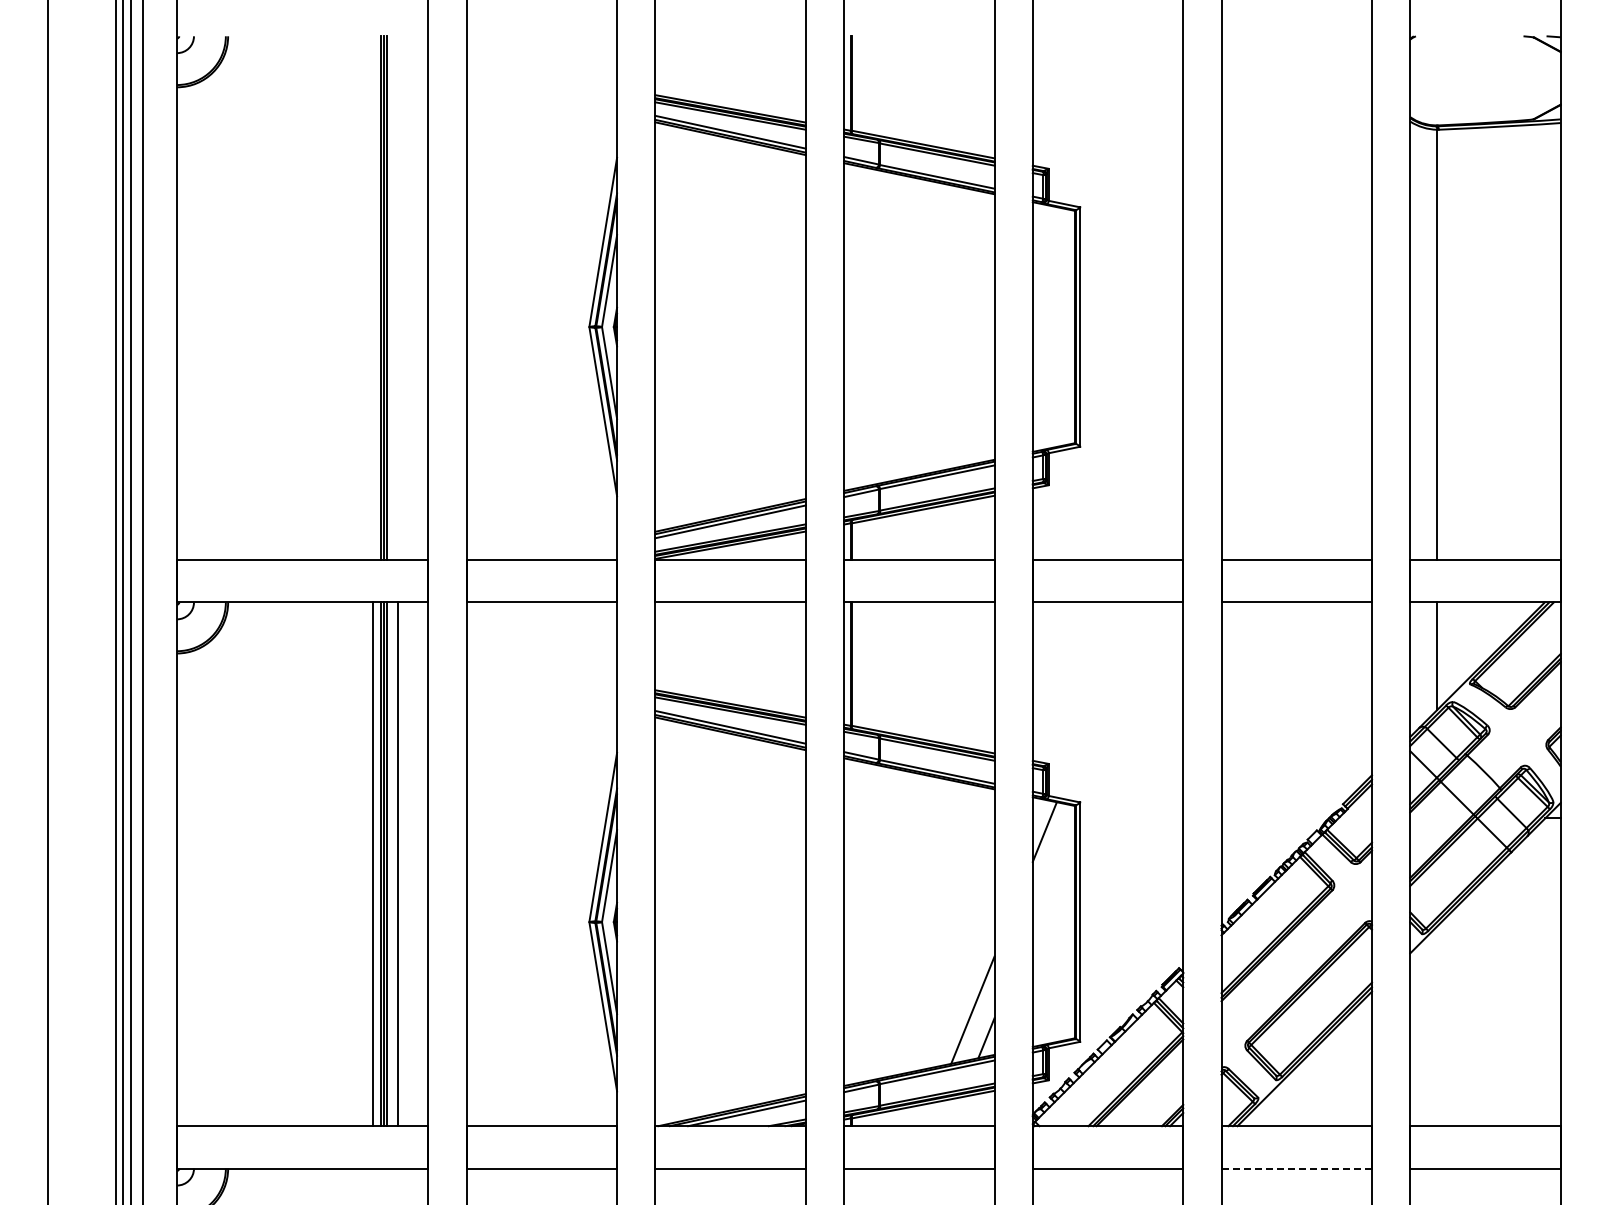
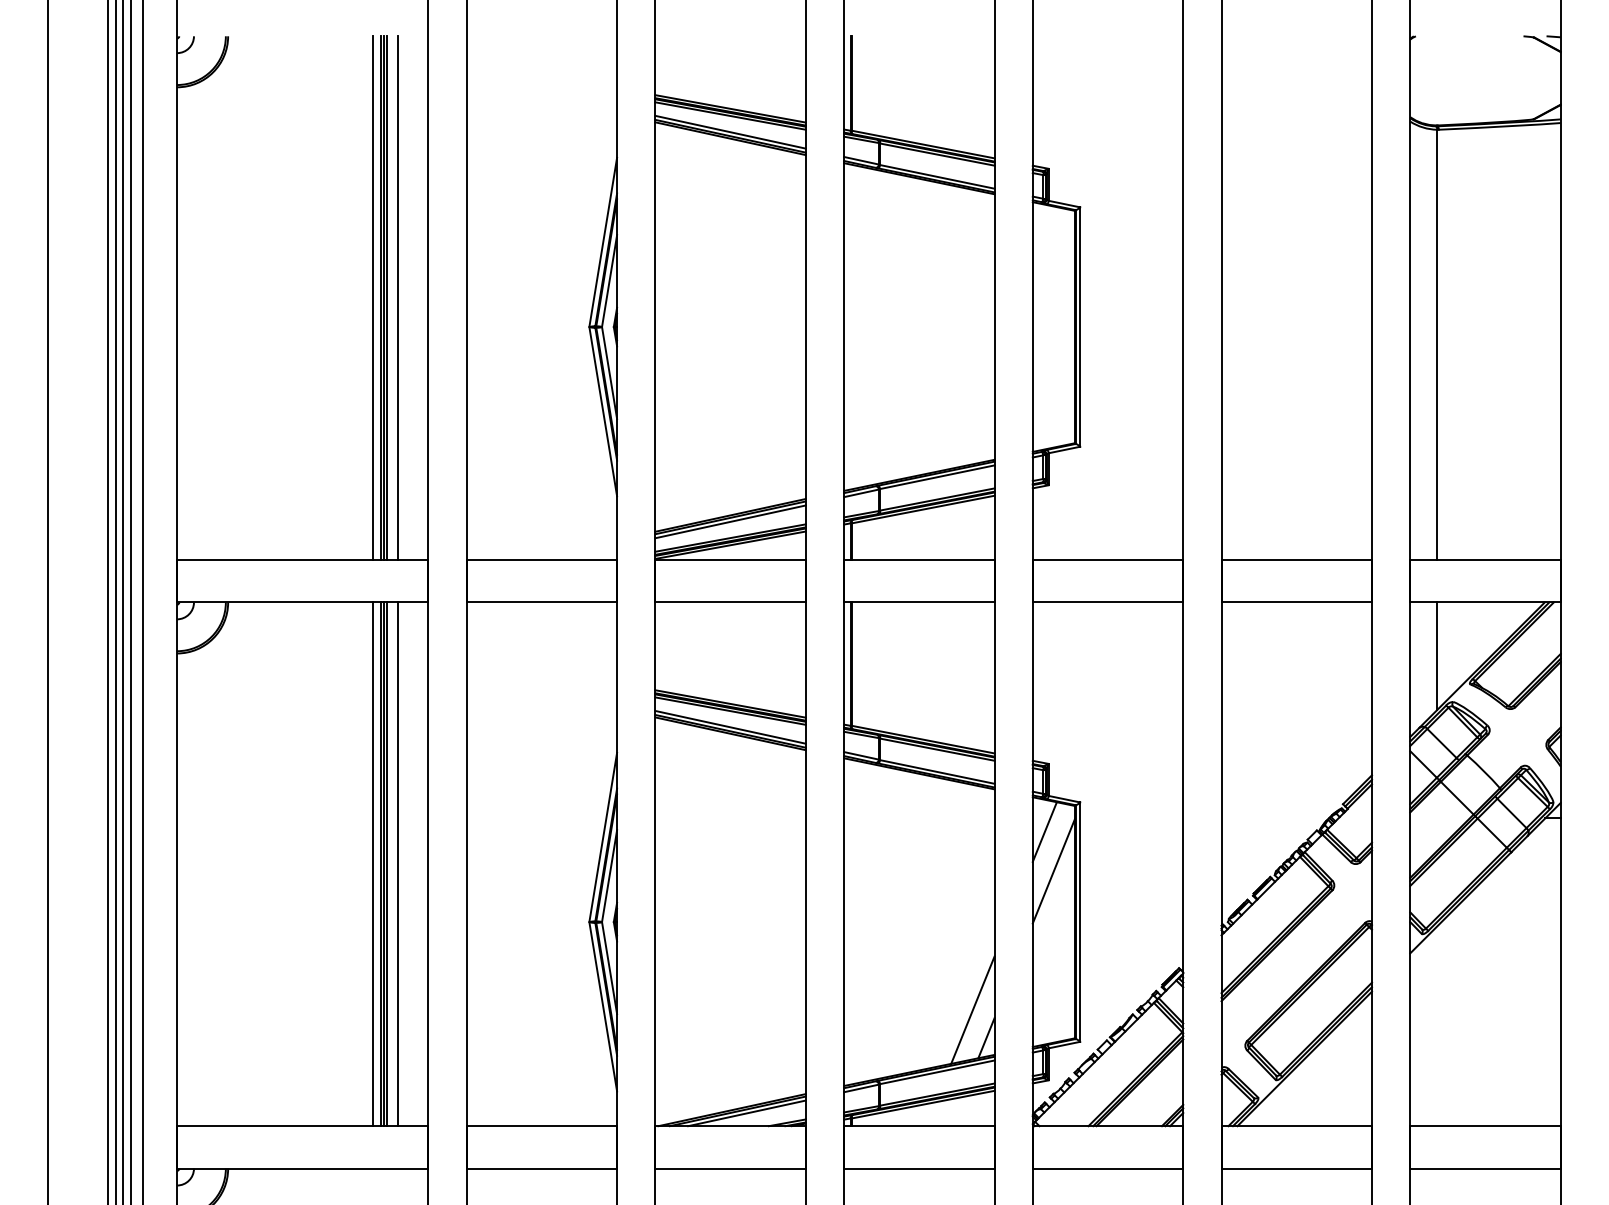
line at (372, 297): none -> present
line at (398, 297): none -> present
line at (107, 601): none -> present
line at (1053, 871): none -> present
line at (1296, 1168): dashed -> solid
